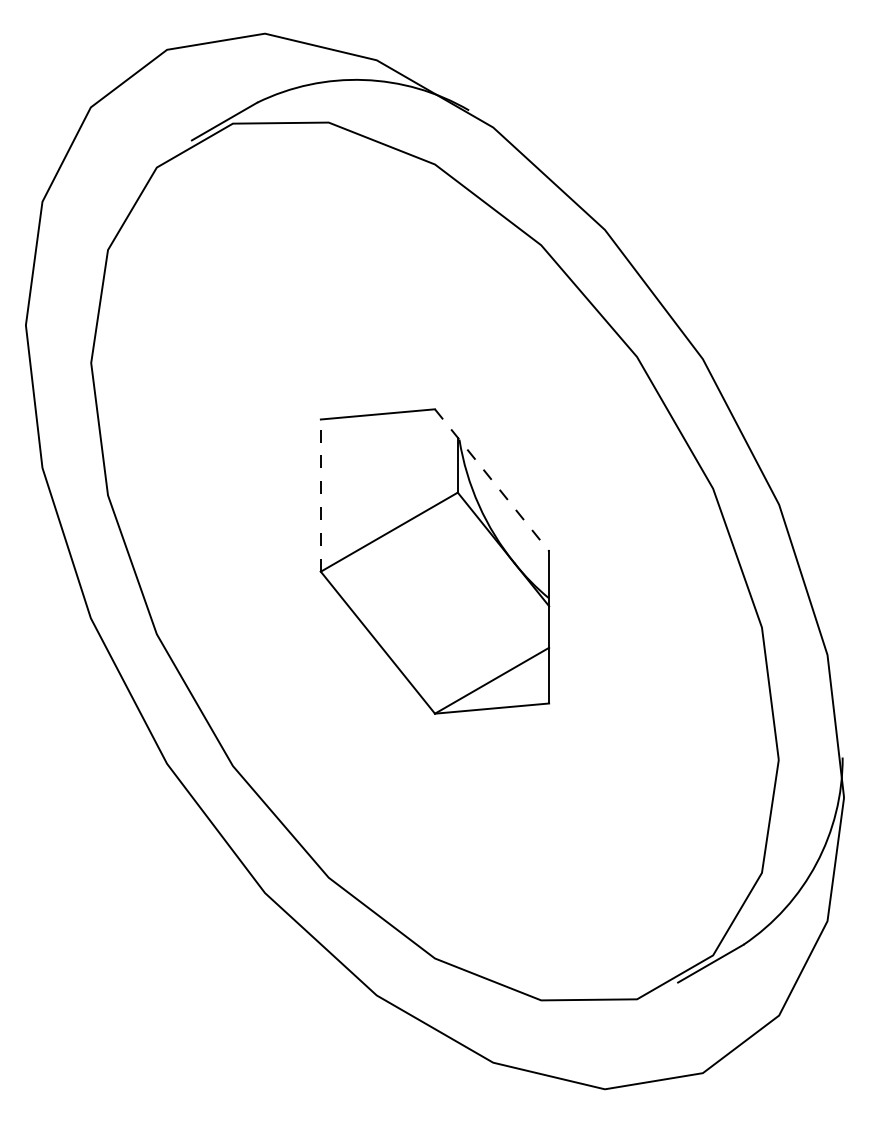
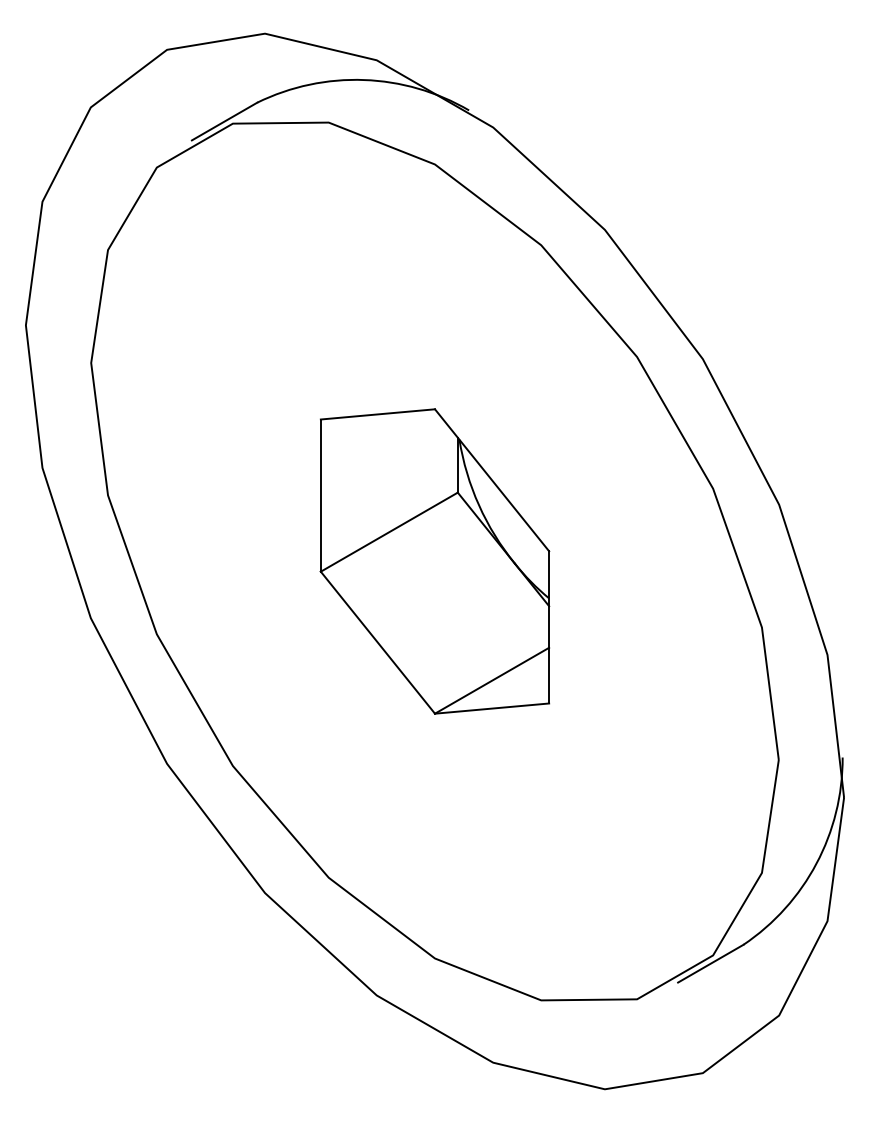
line at (492, 480): dashed -> solid
line at (320, 495): dashed -> solid
